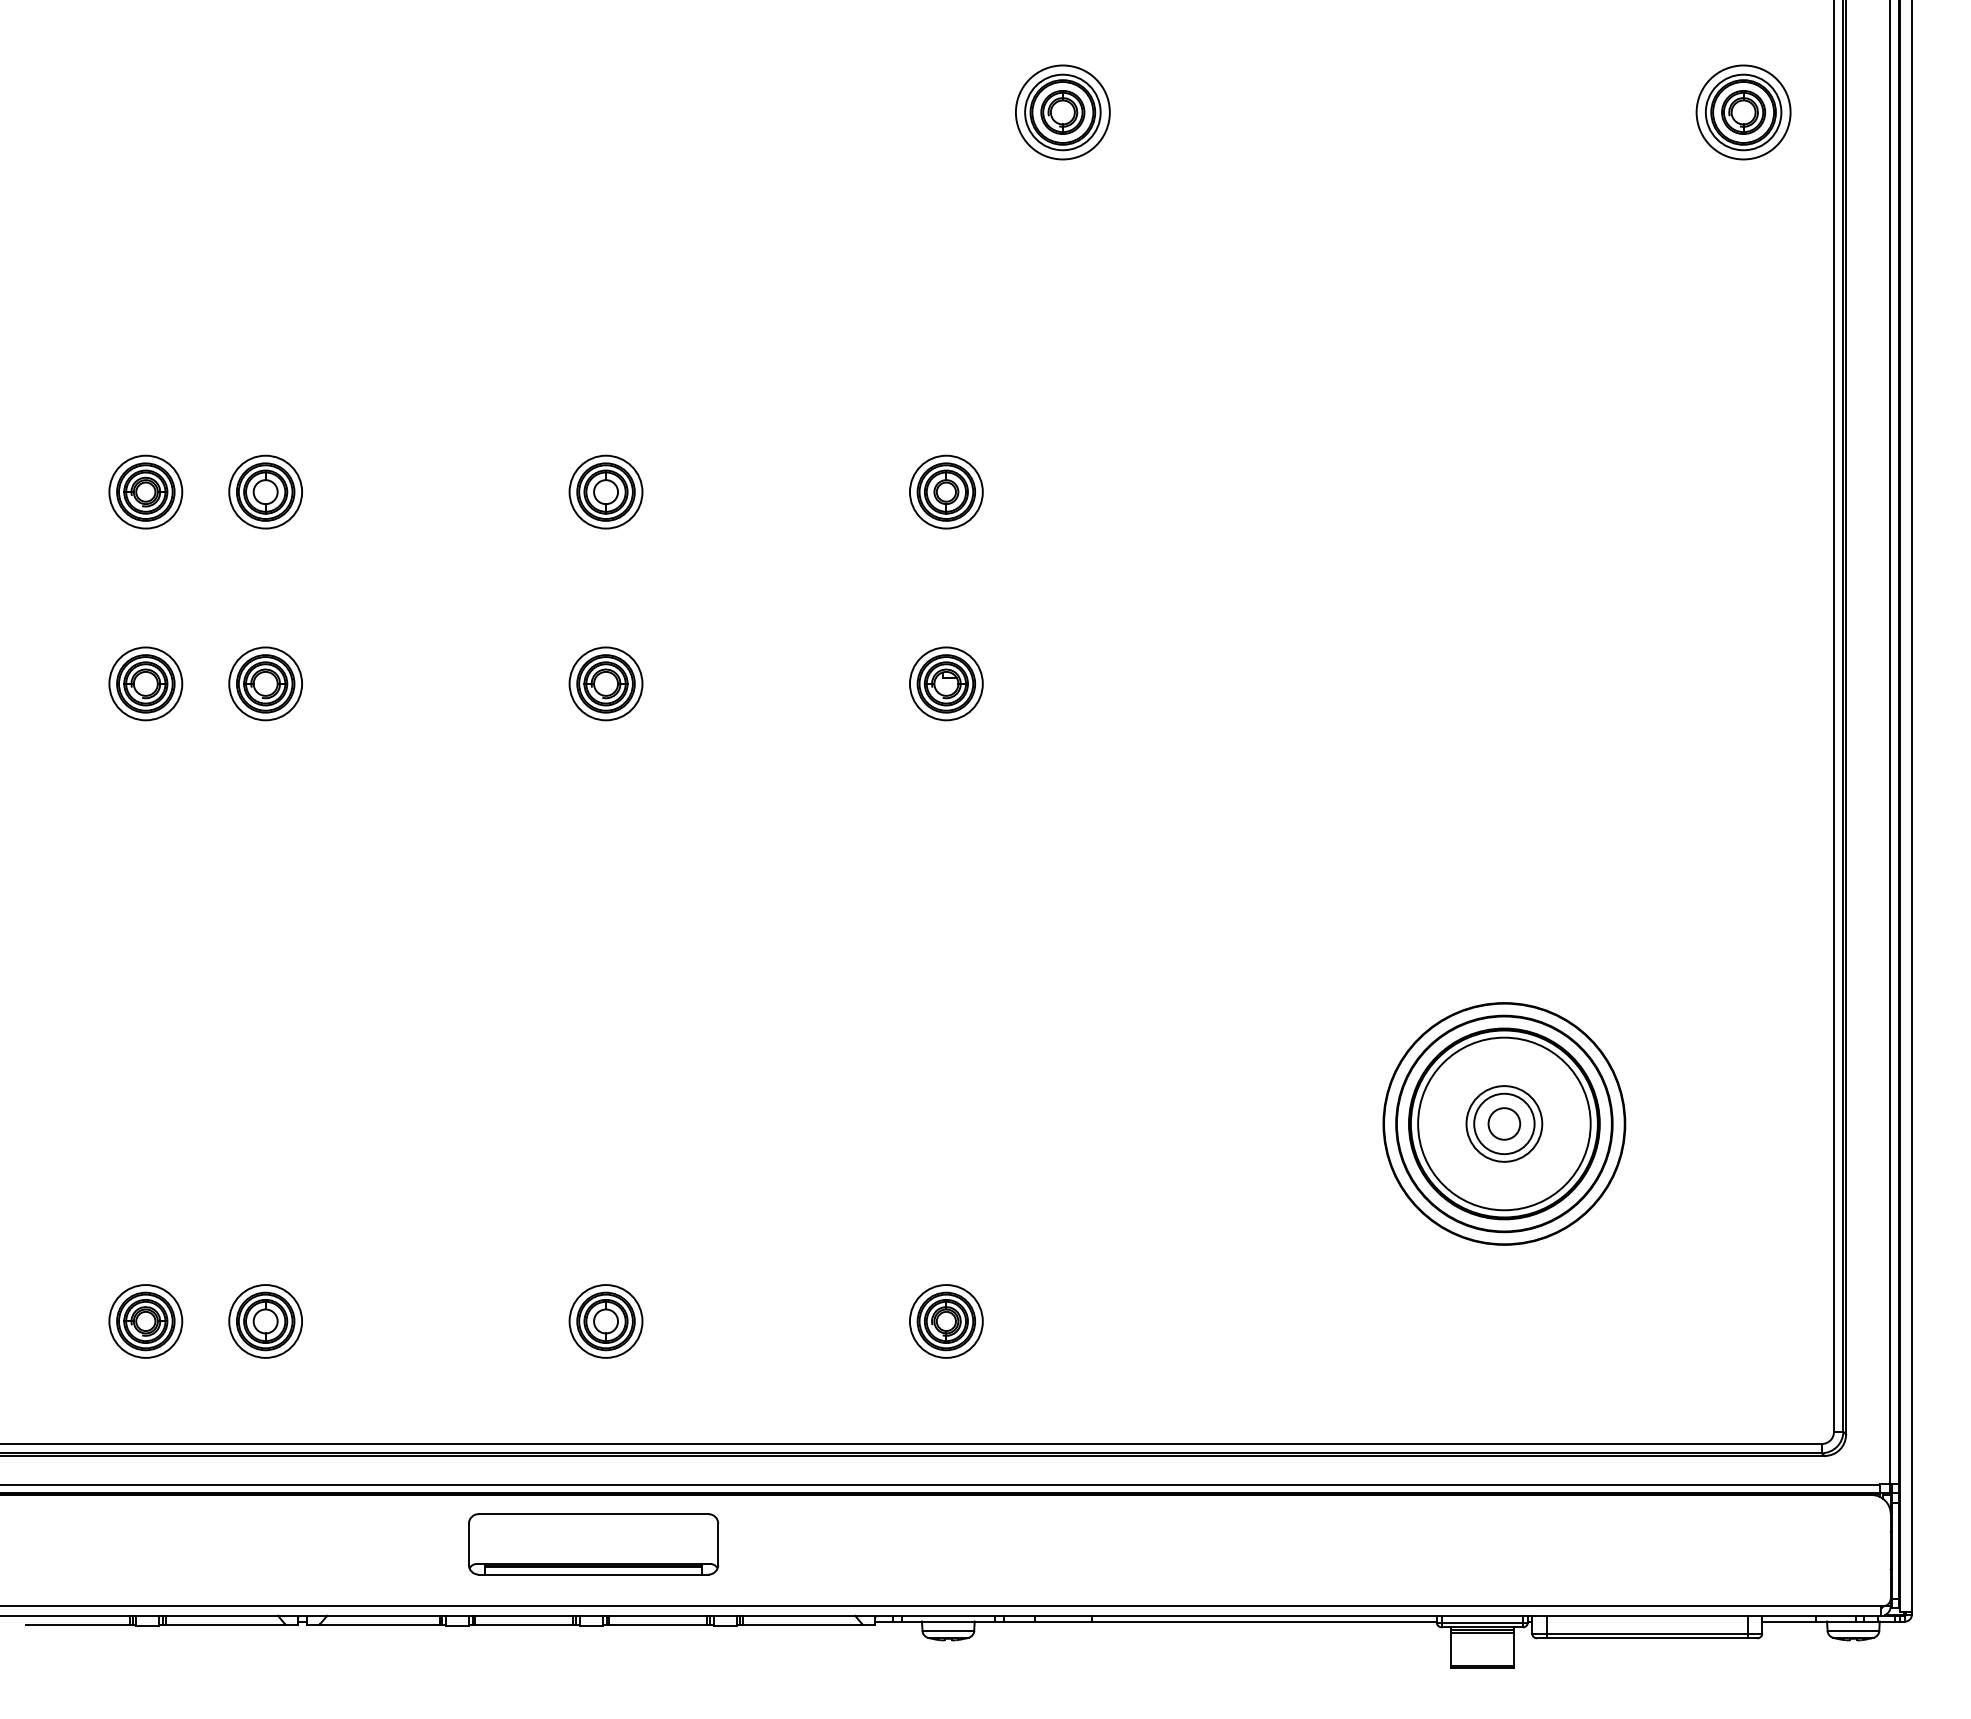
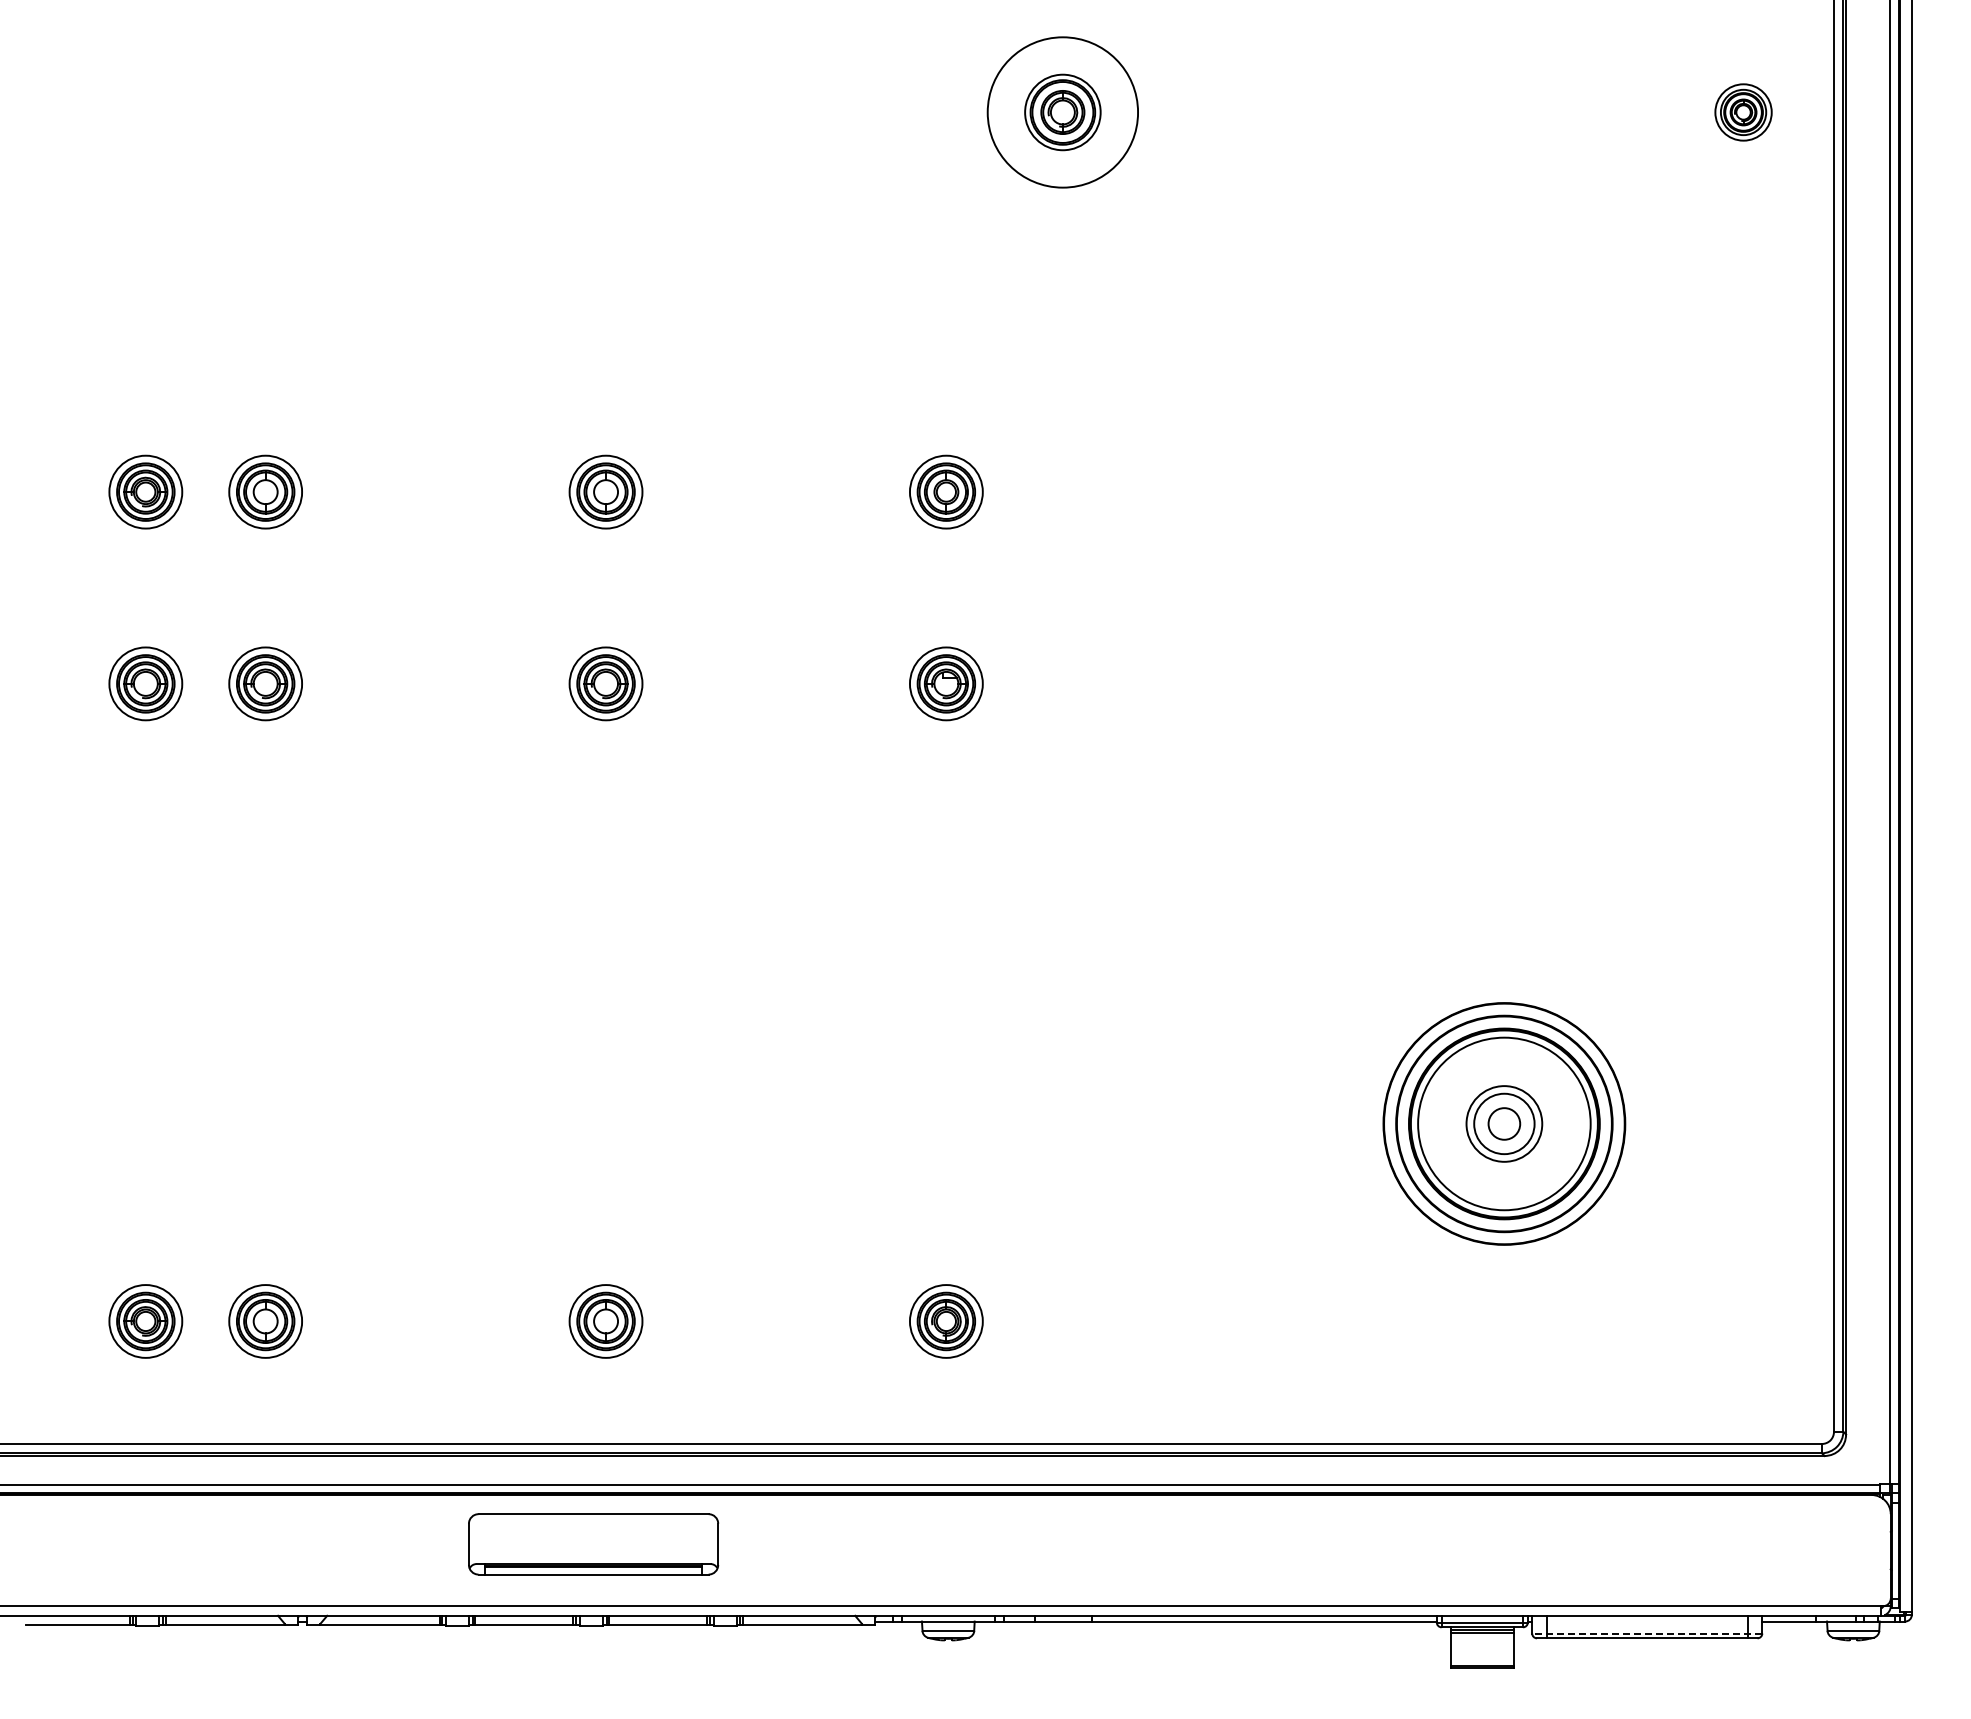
circle at (1062, 112) diameter: 94 px -> 150 px
part at (1743, 112) size: 97x97 px -> 59x59 px
line at (1646, 1633): solid -> dashed
